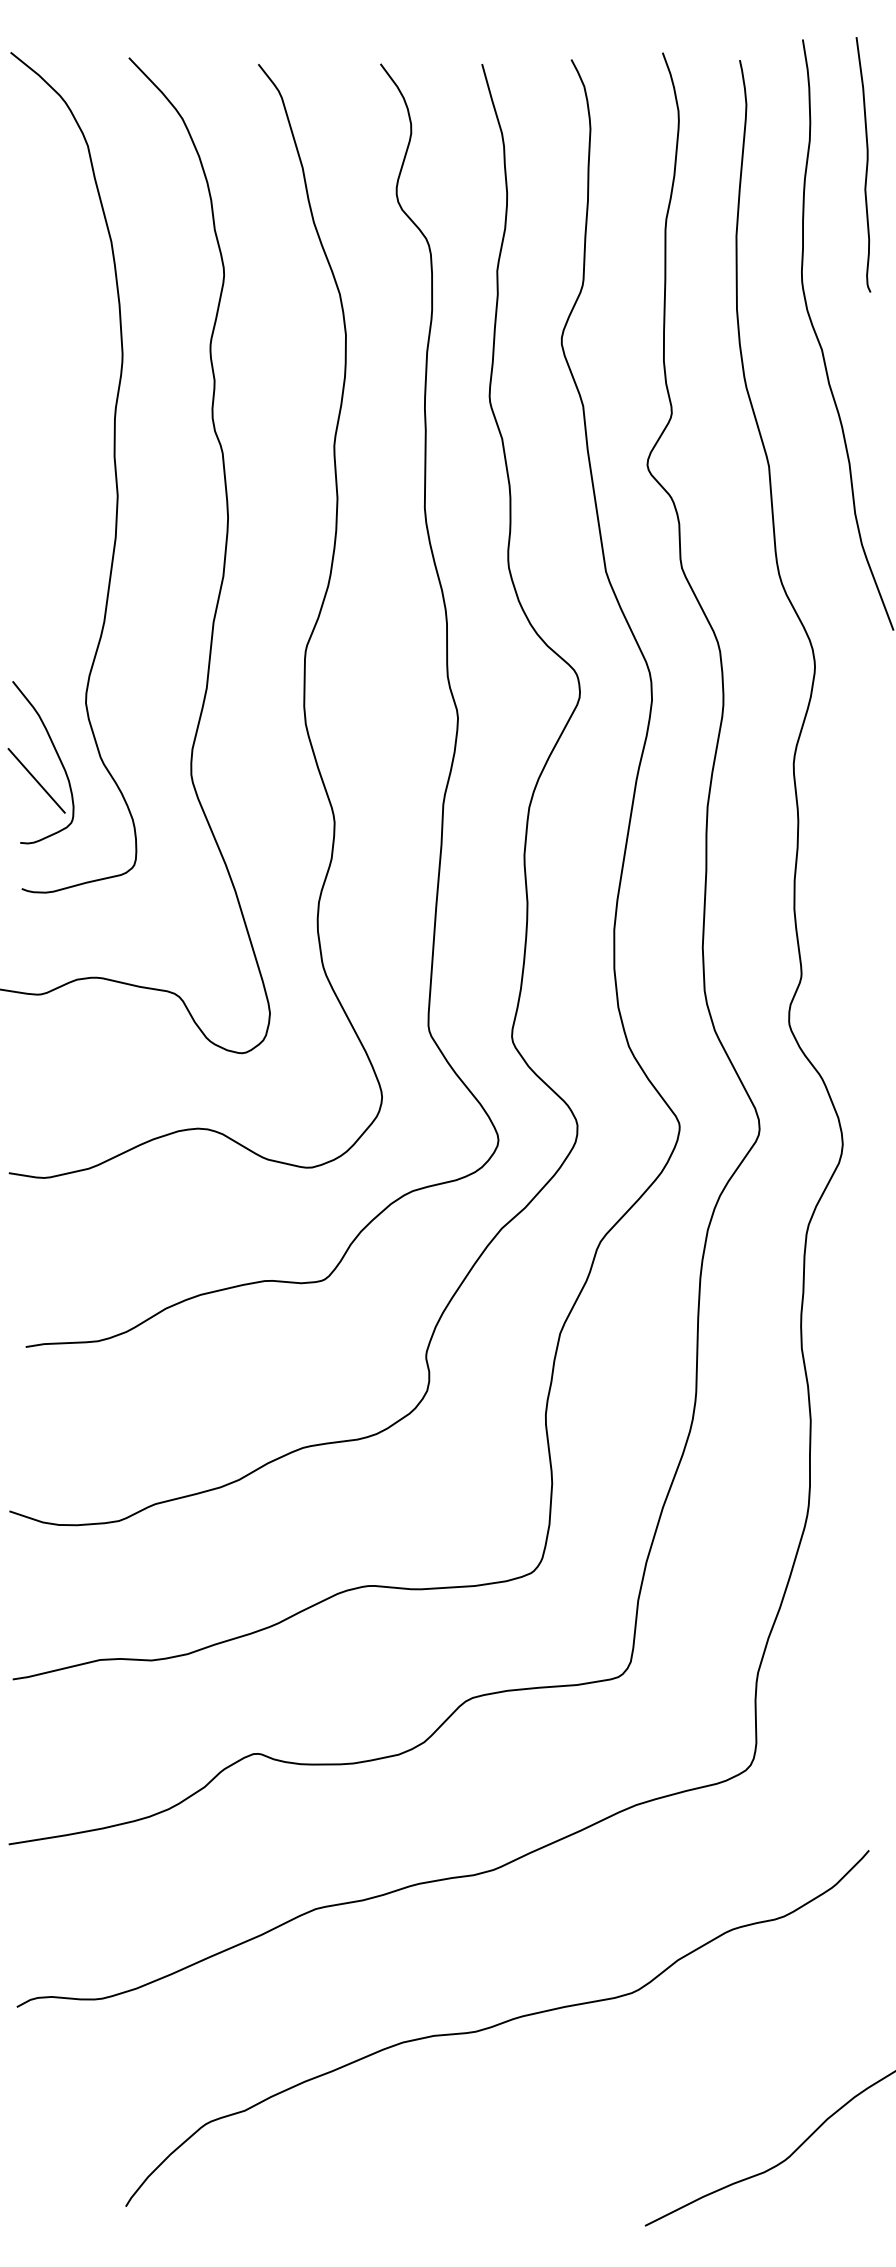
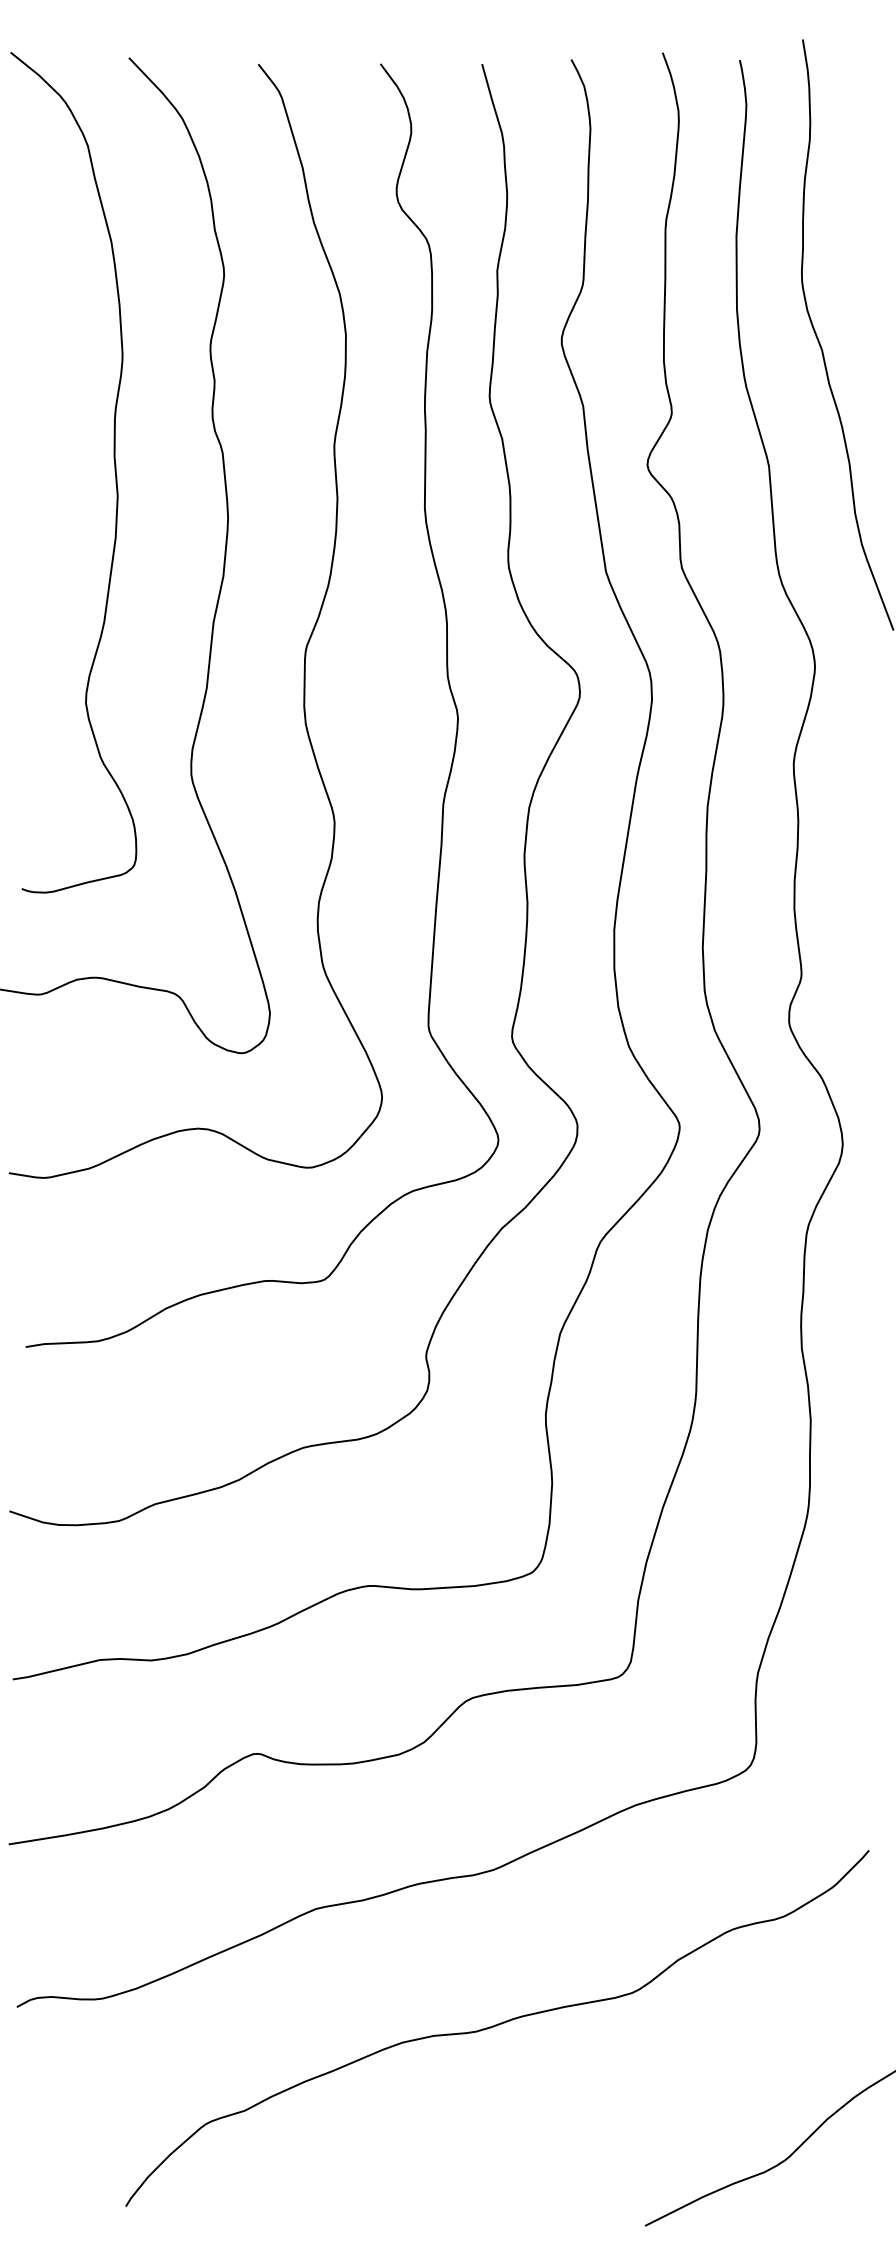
curve at (866, 164): present -> none
part at (30, 772): present -> none
